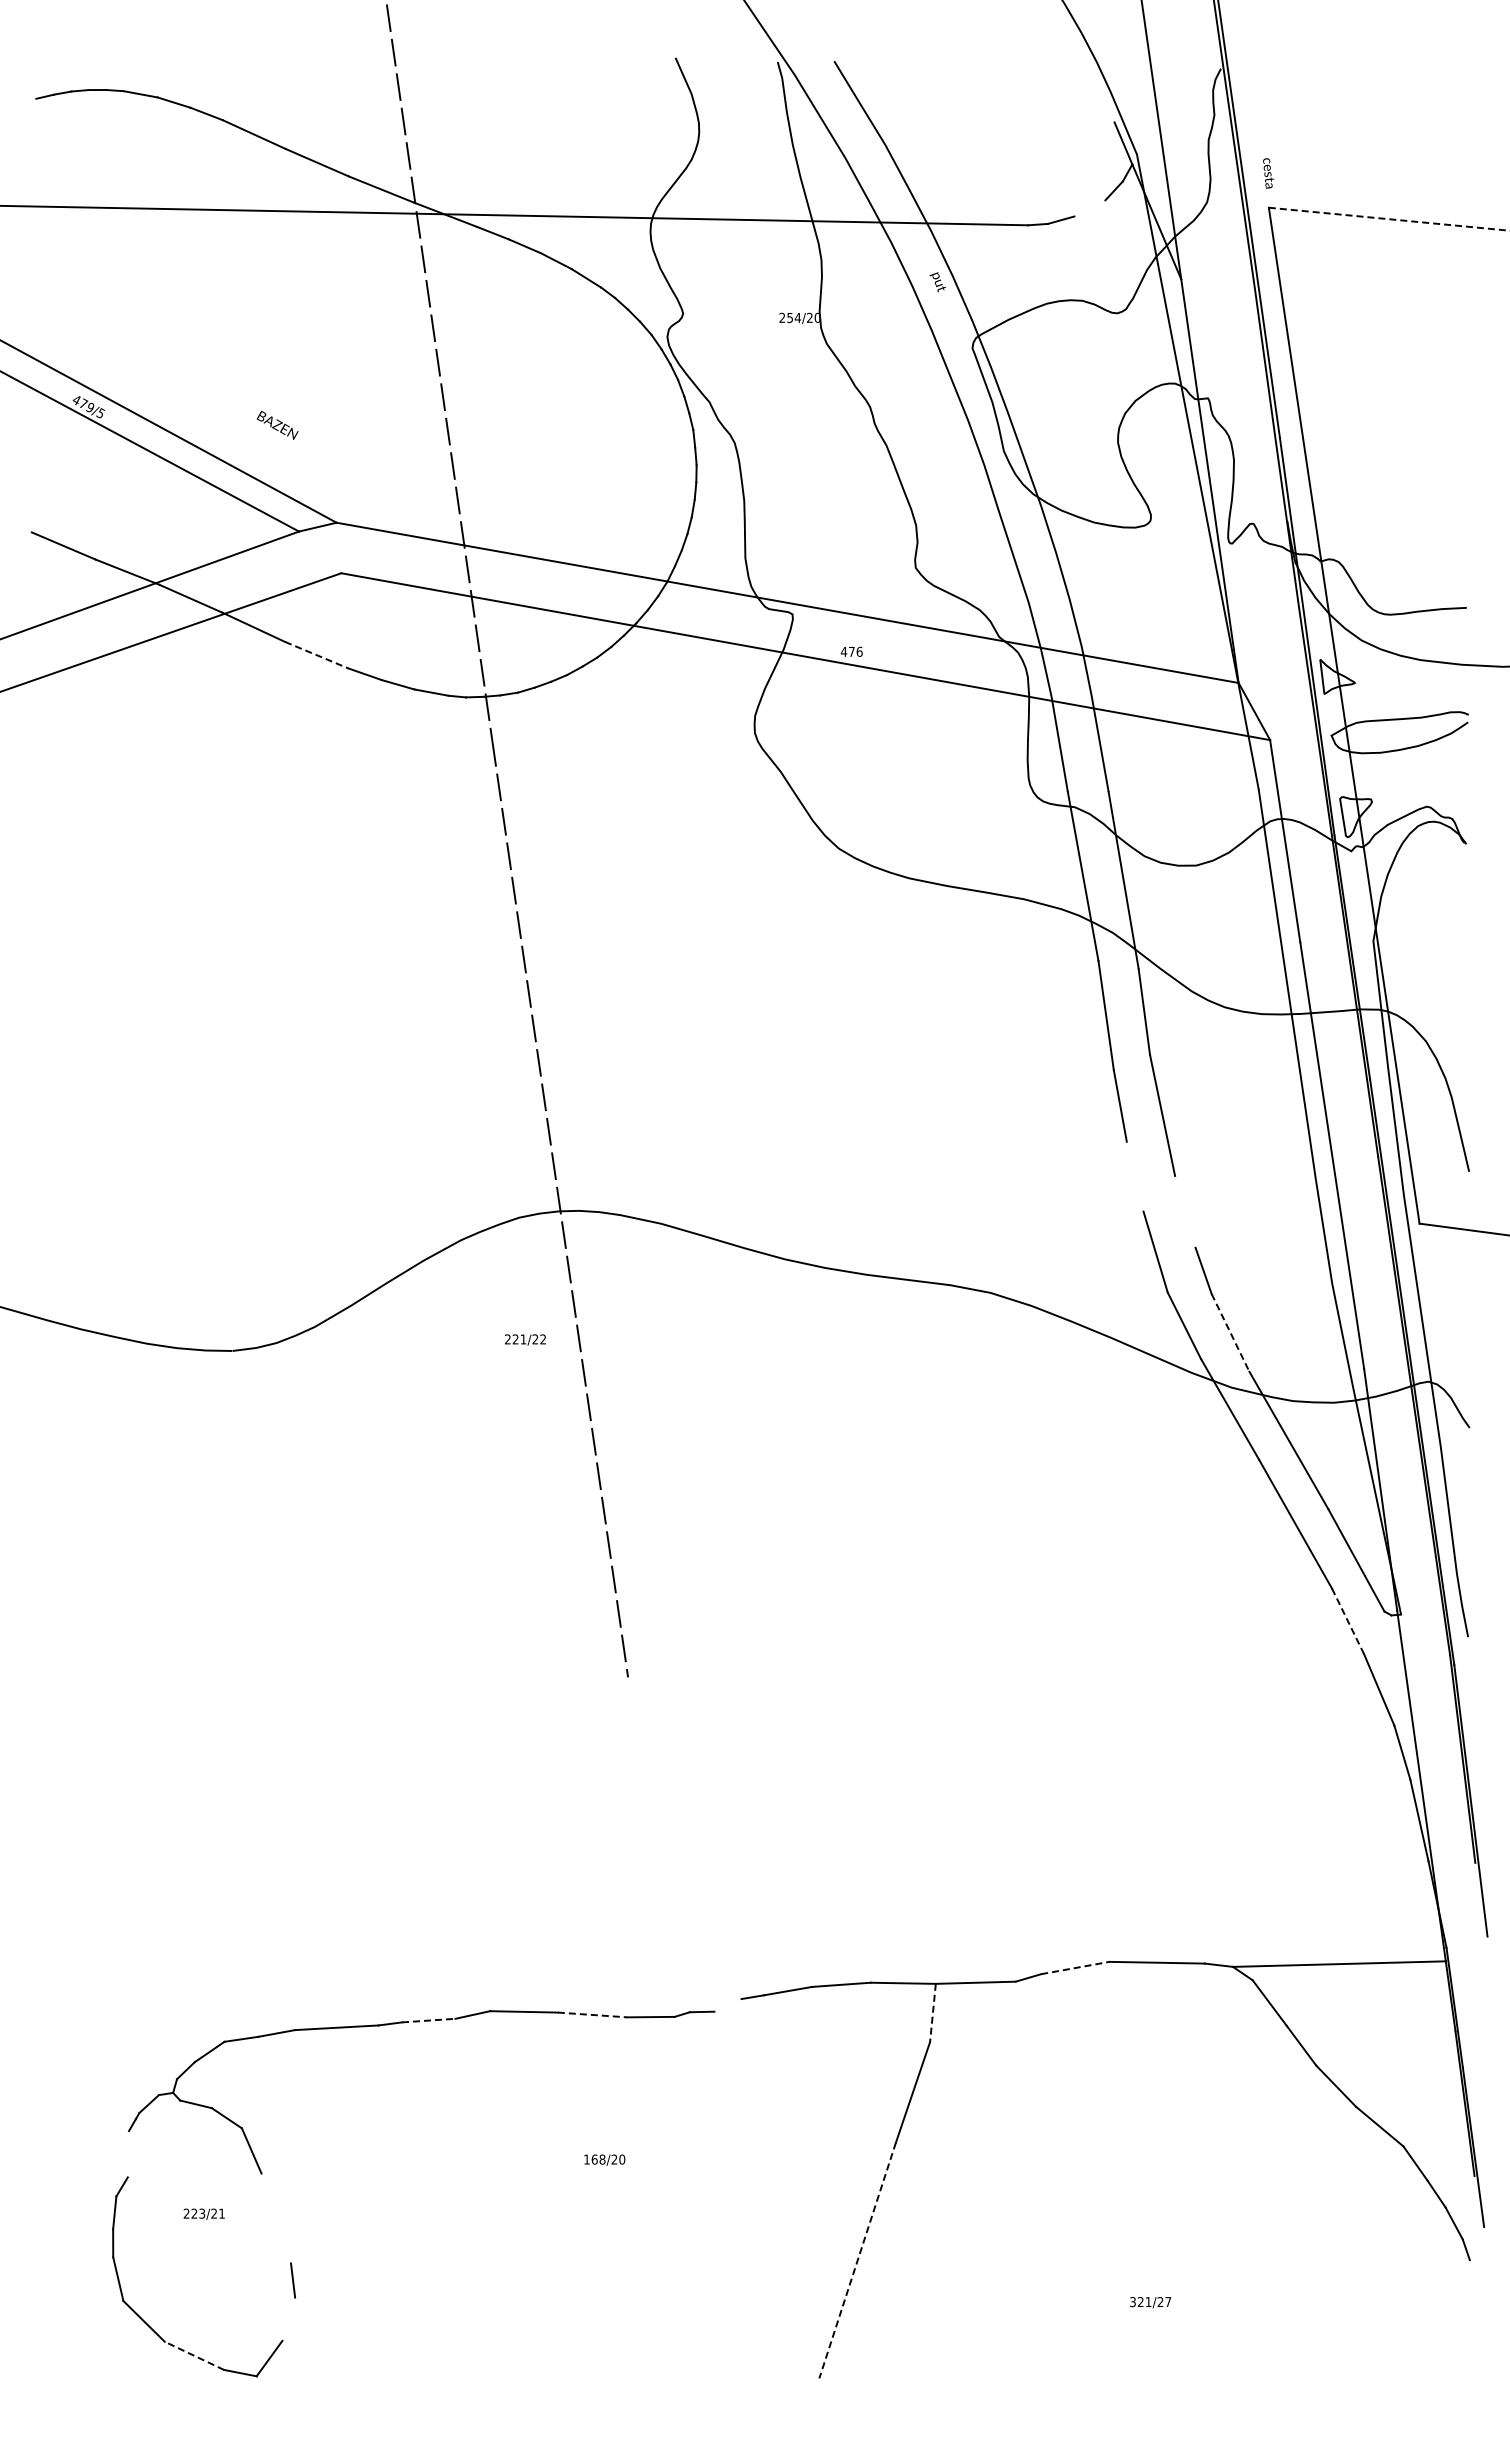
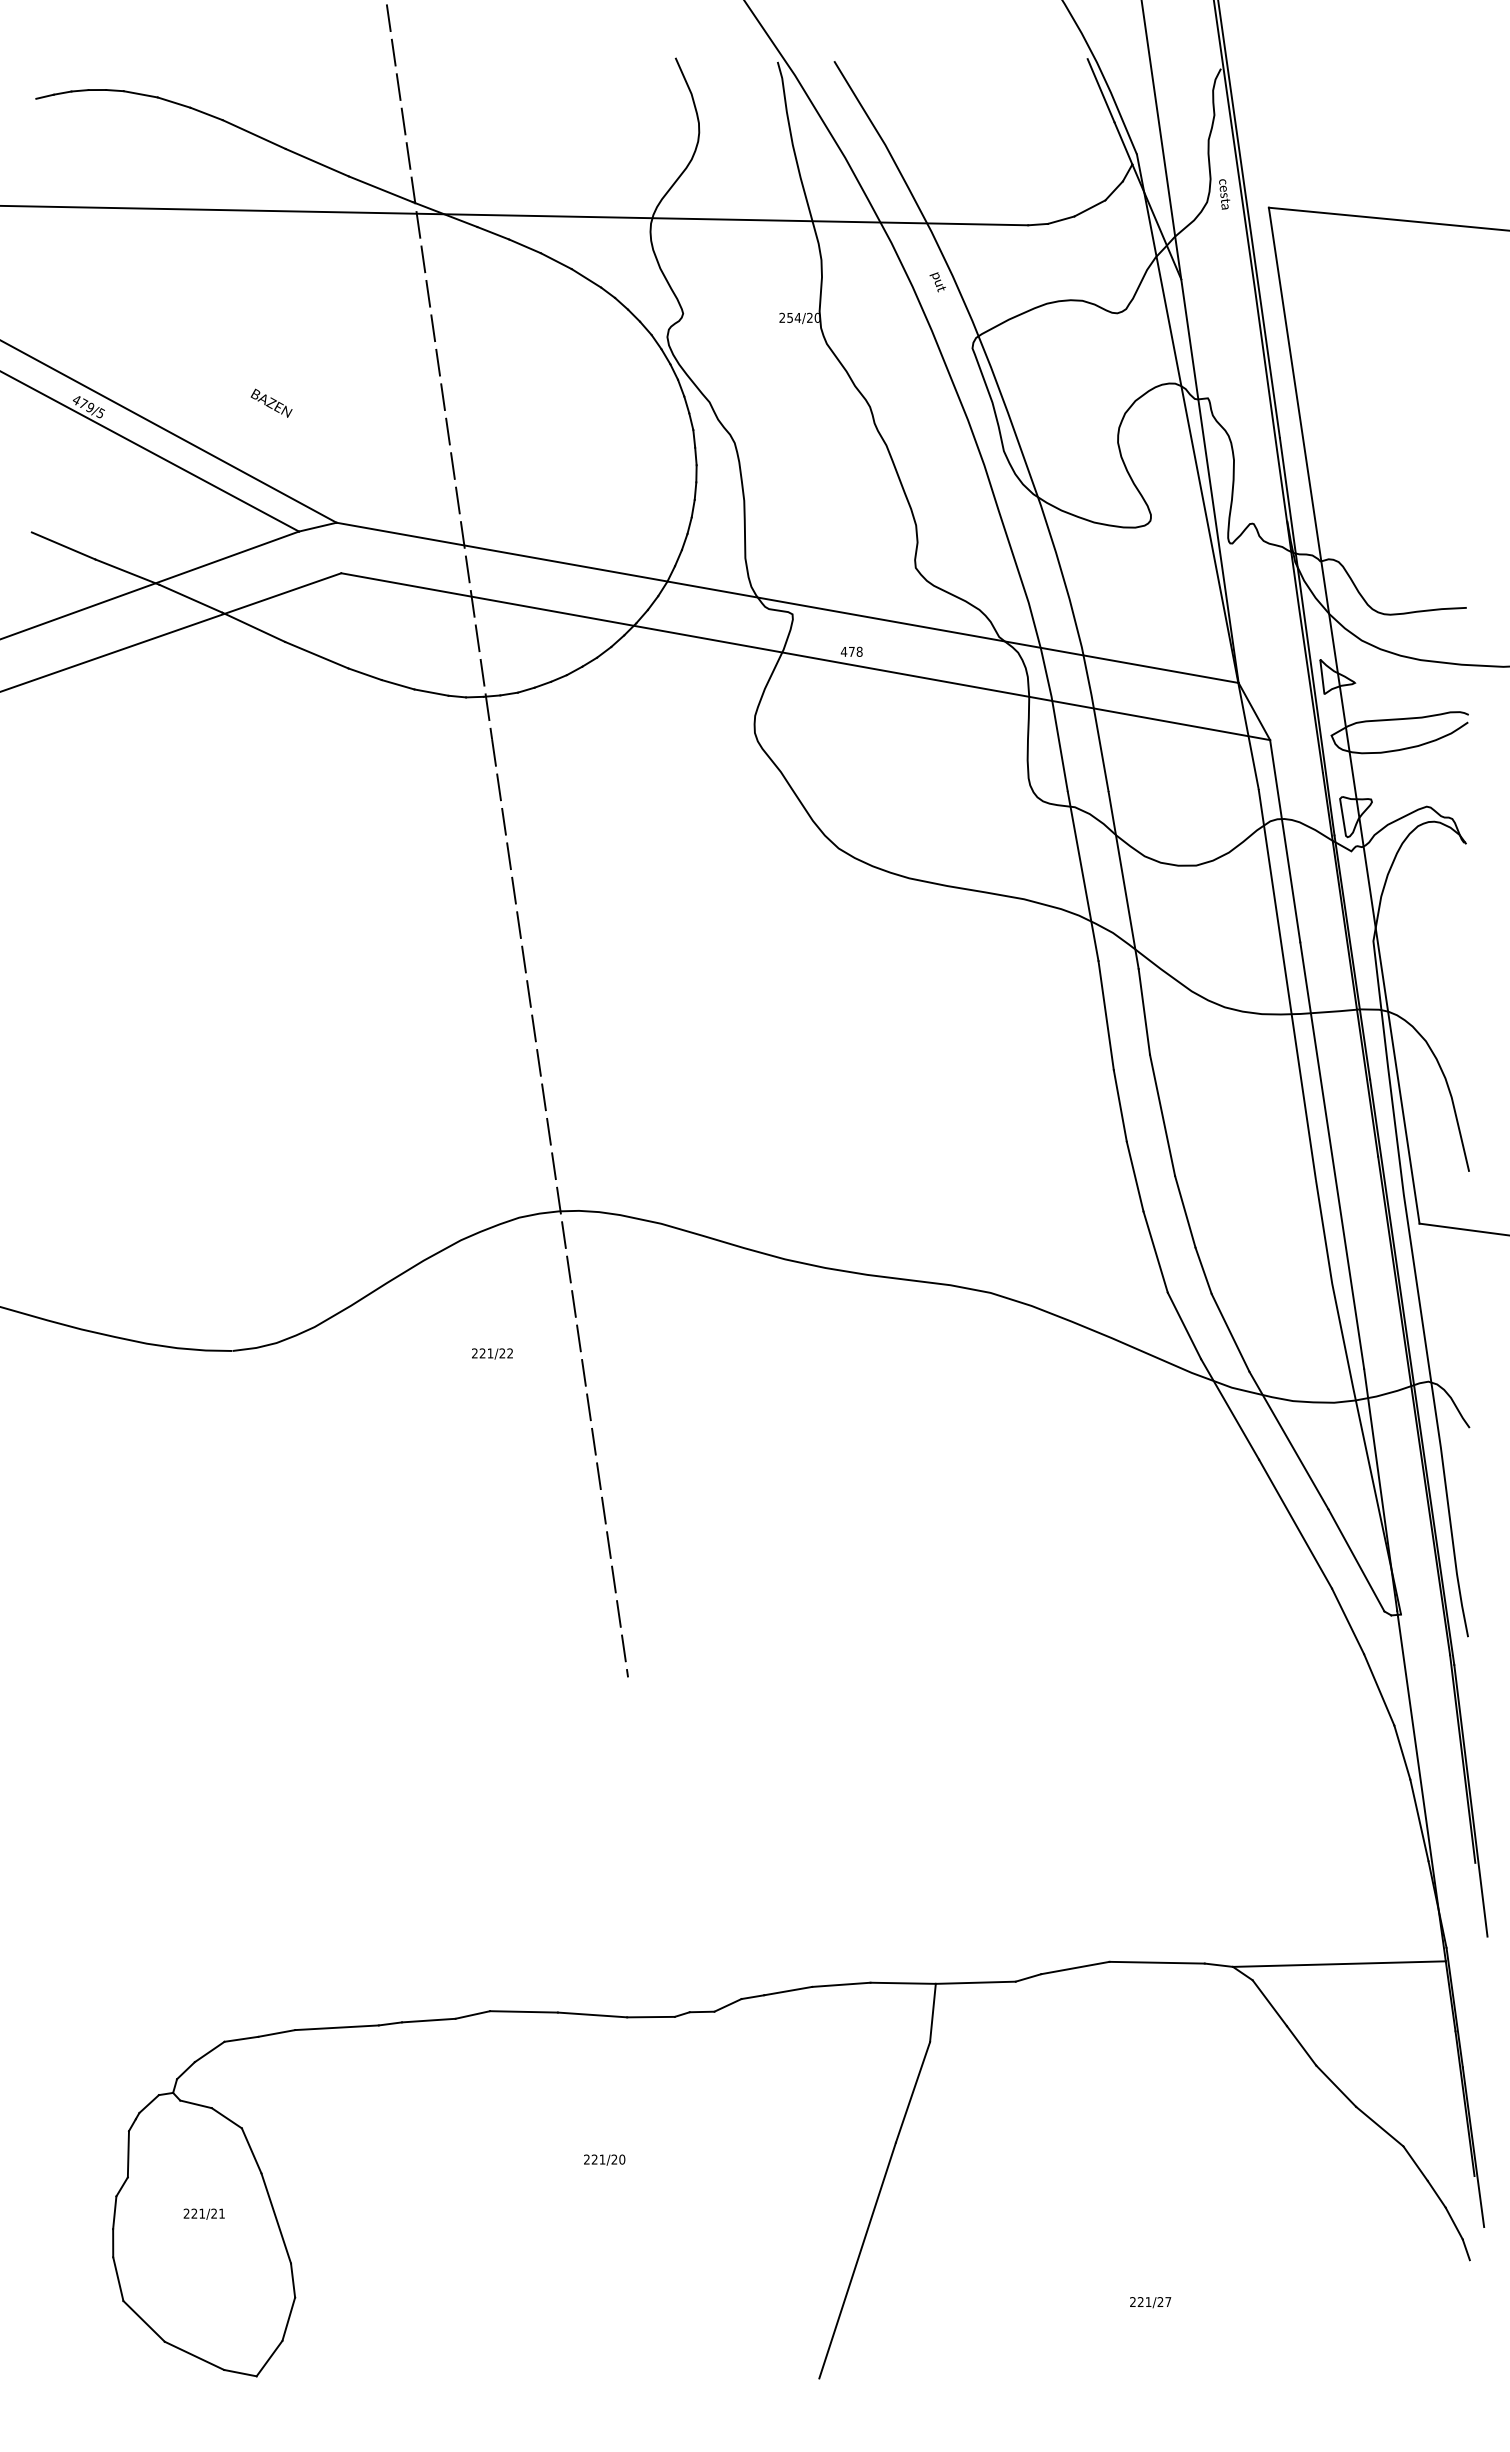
line at (1100, 90): none -> present
text at (1268, 173) position: (1268, 173) -> (1224, 194)
line at (1089, 208): none -> present
line at (1389, 219): dashed -> solid
text at (277, 424) position: (277, 424) -> (271, 402)
text at (859, 651): 476 -> 478
line at (317, 655): dashed -> solid
line at (1134, 1176): none -> present
line at (1185, 1211): none -> present
line at (1230, 1333): dashed -> solid
text at (525, 1339) position: (525, 1339) -> (492, 1353)
line at (1348, 1621): dashed -> solid
line at (1075, 1968): dashed -> solid
line at (727, 2005): none -> present
line at (932, 2013): dashed -> solid
line at (592, 2014): dashed -> solid
line at (428, 2020): dashed -> solid
line at (128, 2154): none -> present
text at (594, 2159): 168/20 -> 221/20
text at (202, 2213): 223/21 -> 221/21
line at (276, 2218): none -> present
line at (857, 2260): dashed -> solid
text at (1132, 2302): 321/27 -> 221/27
line at (288, 2318): none -> present
line at (194, 2355): dashed -> solid
